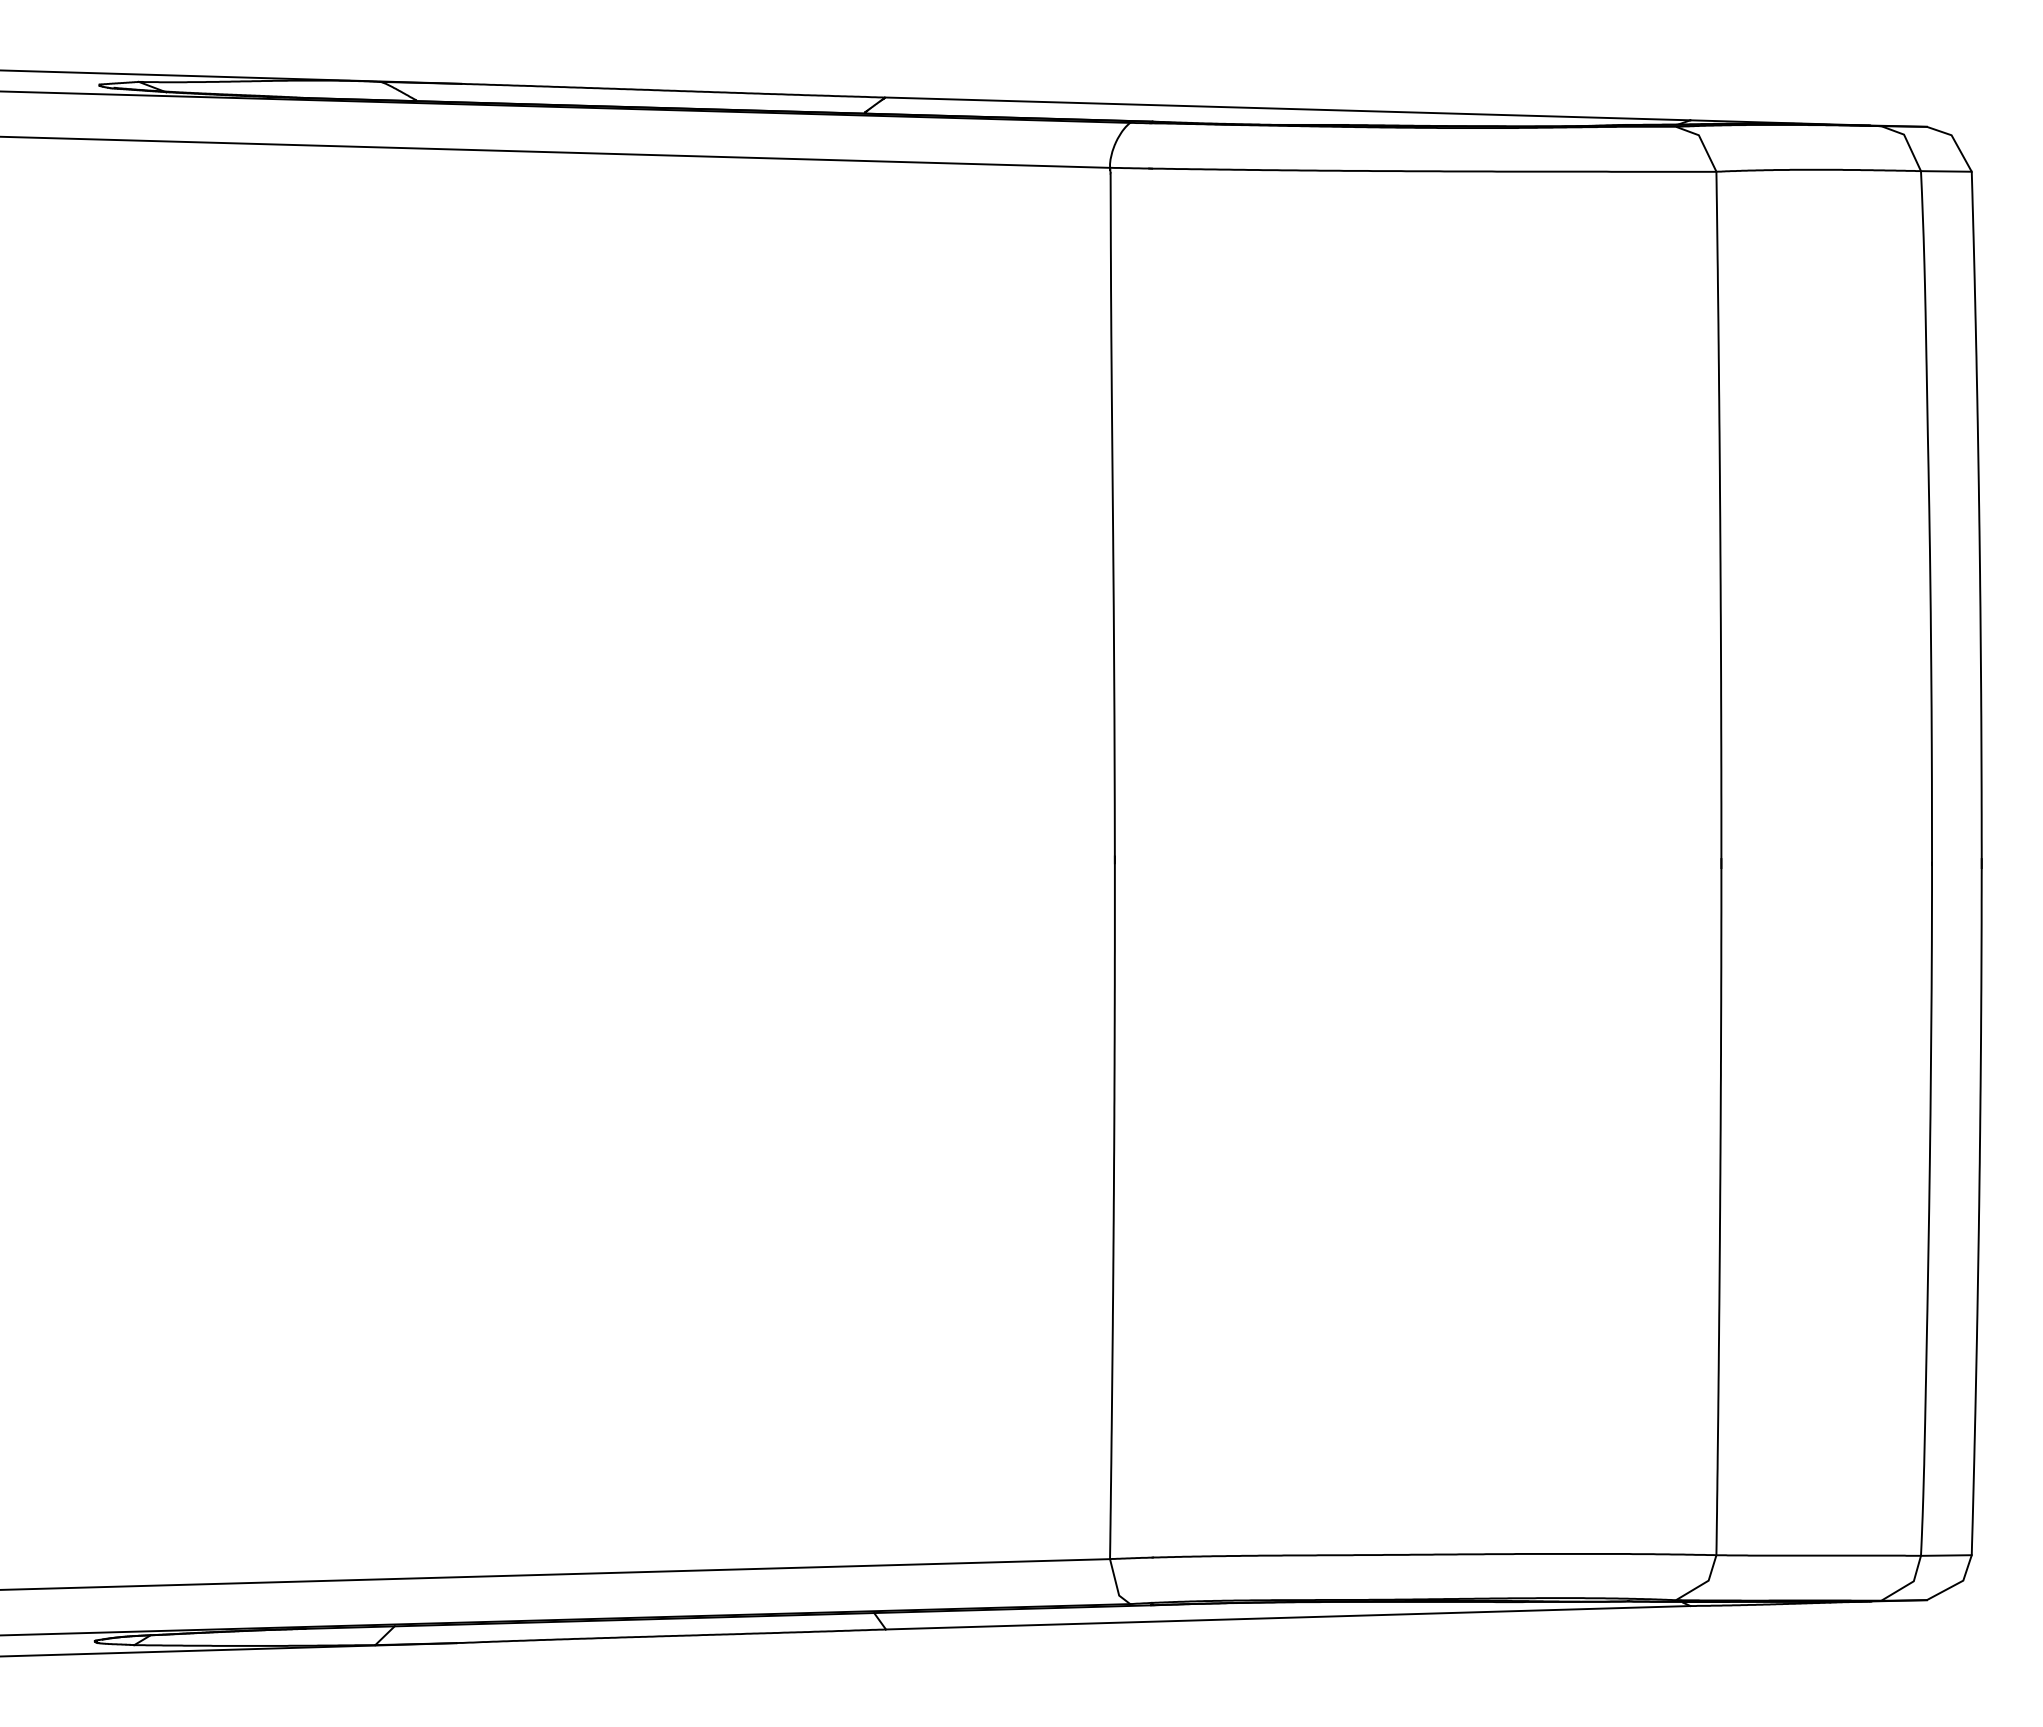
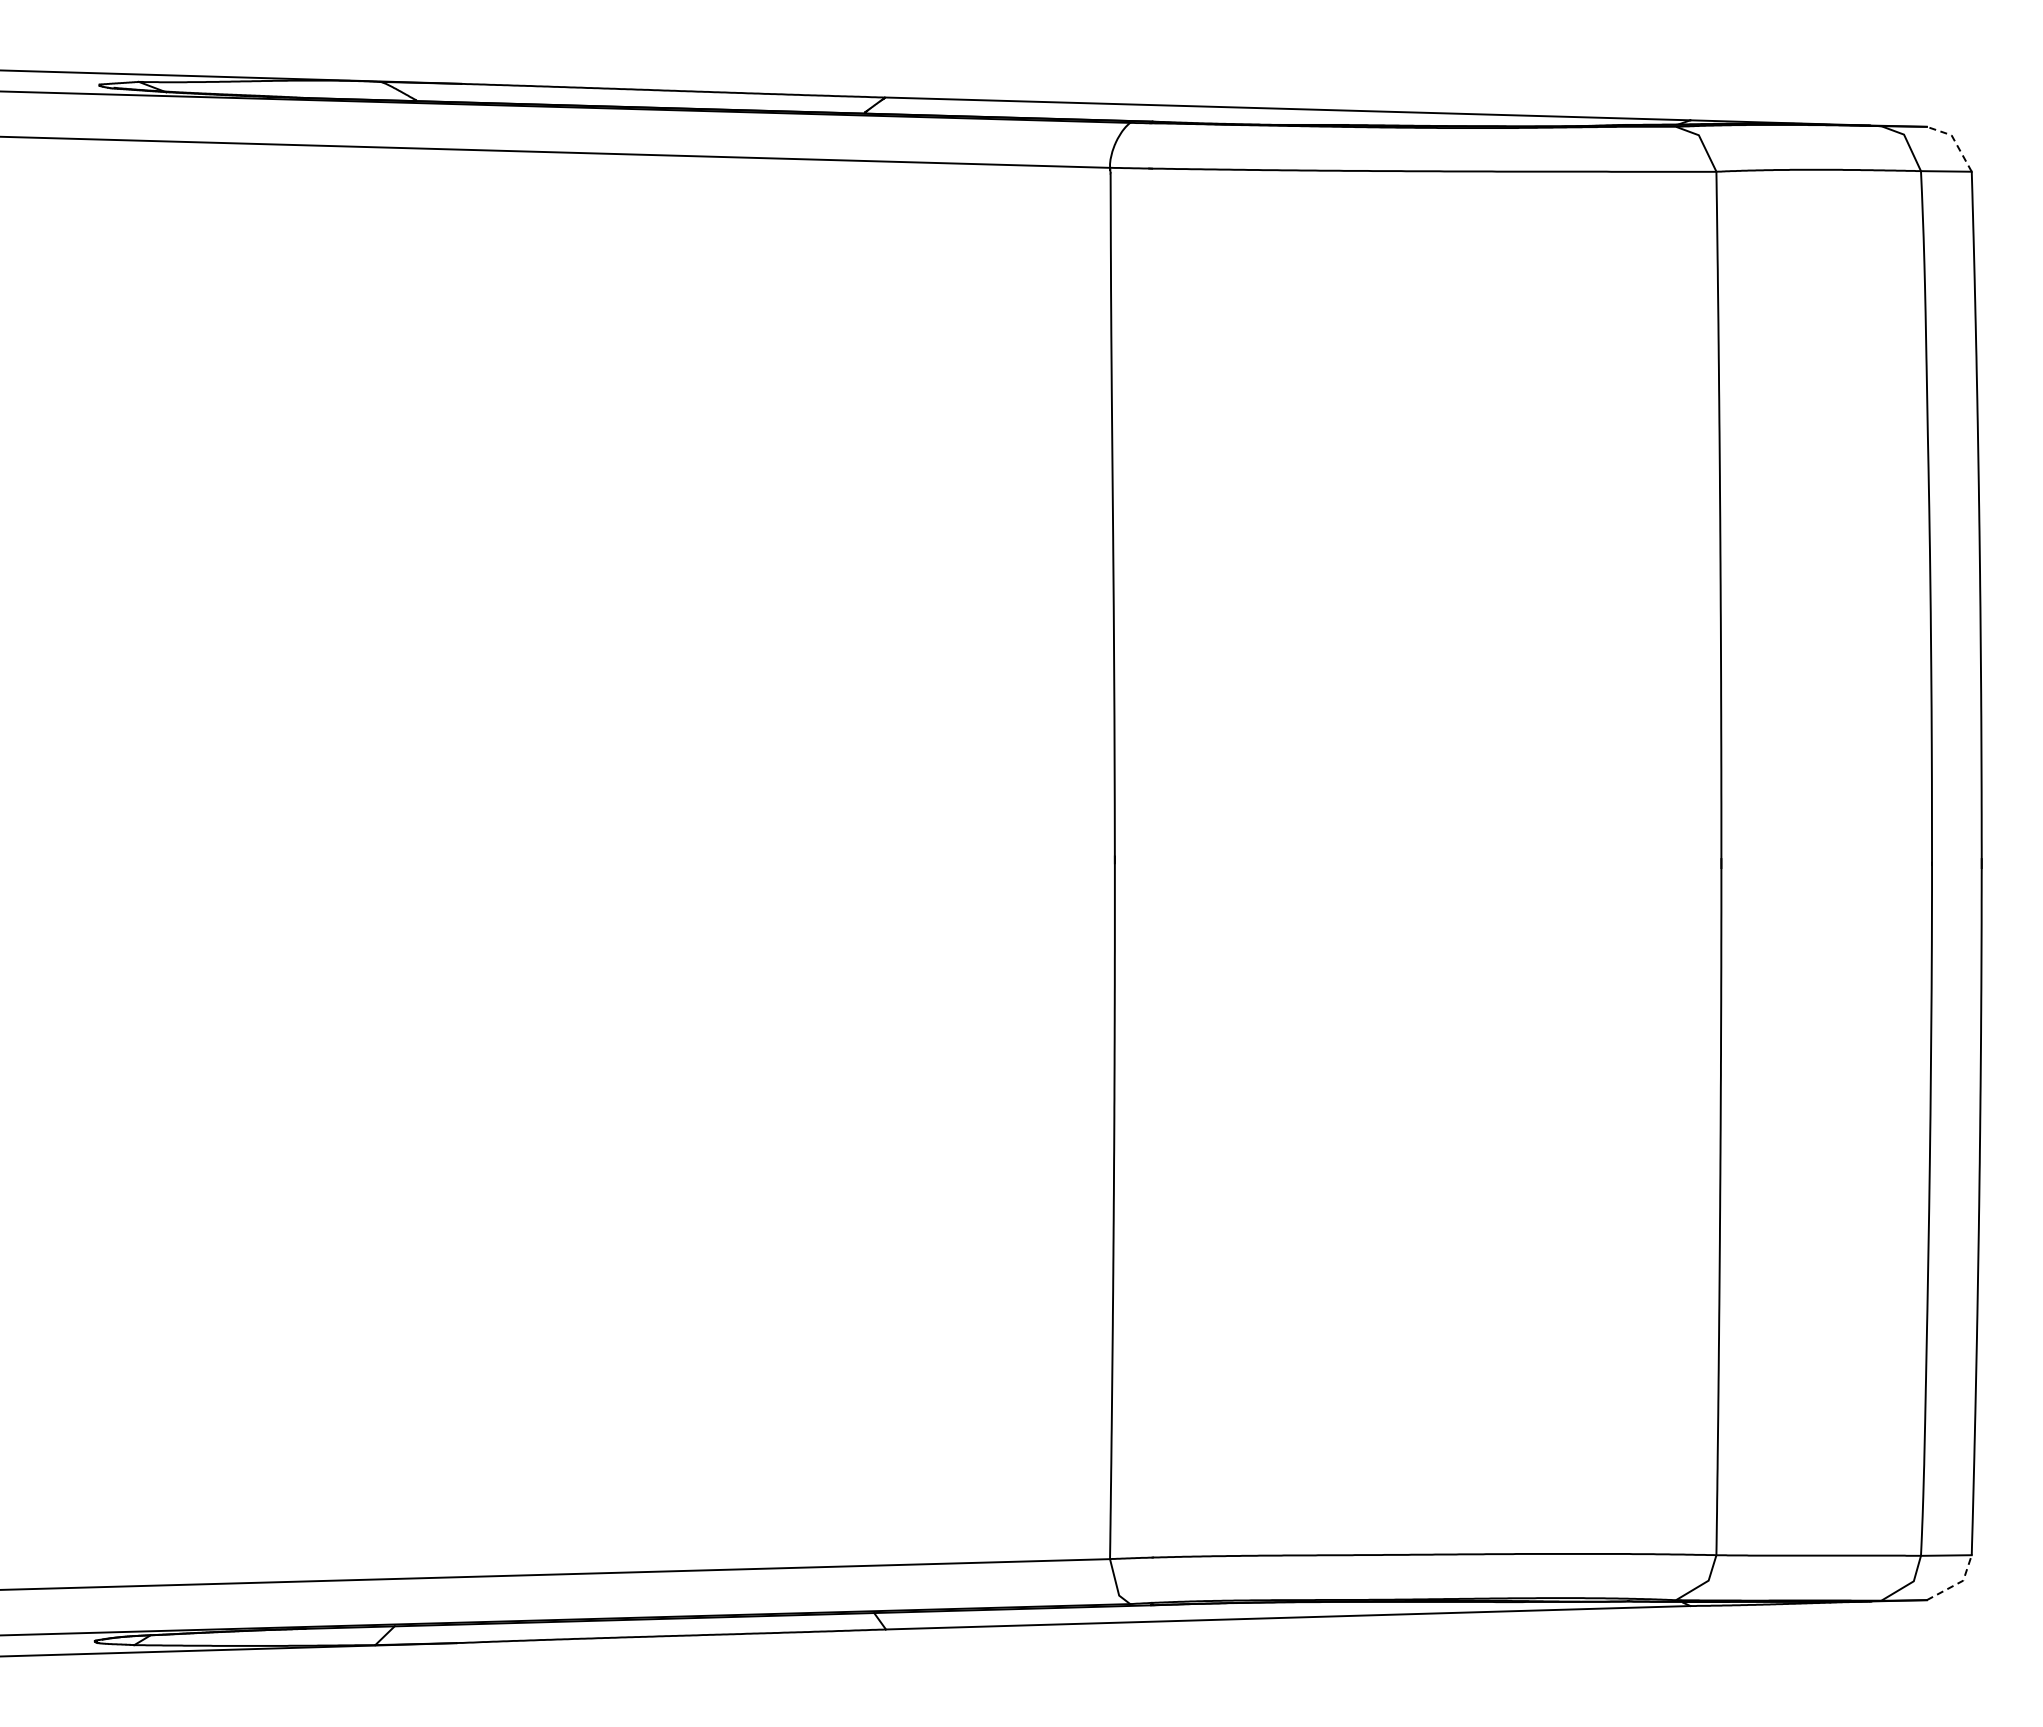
line at (1954, 141): solid -> dashed
line at (1957, 1583): solid -> dashed
